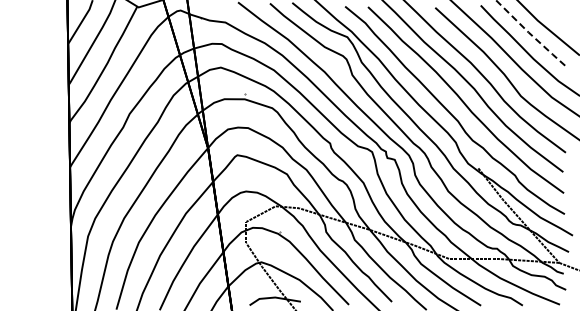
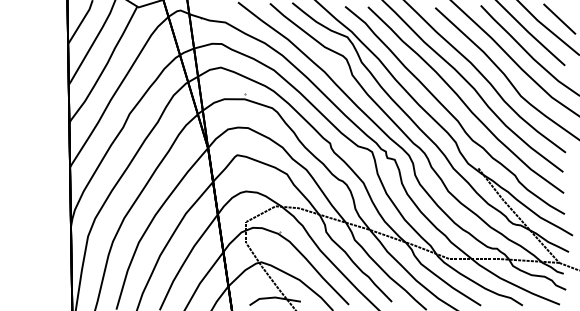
line at (559, 18): none -> present
line at (530, 33): dashed -> solid
